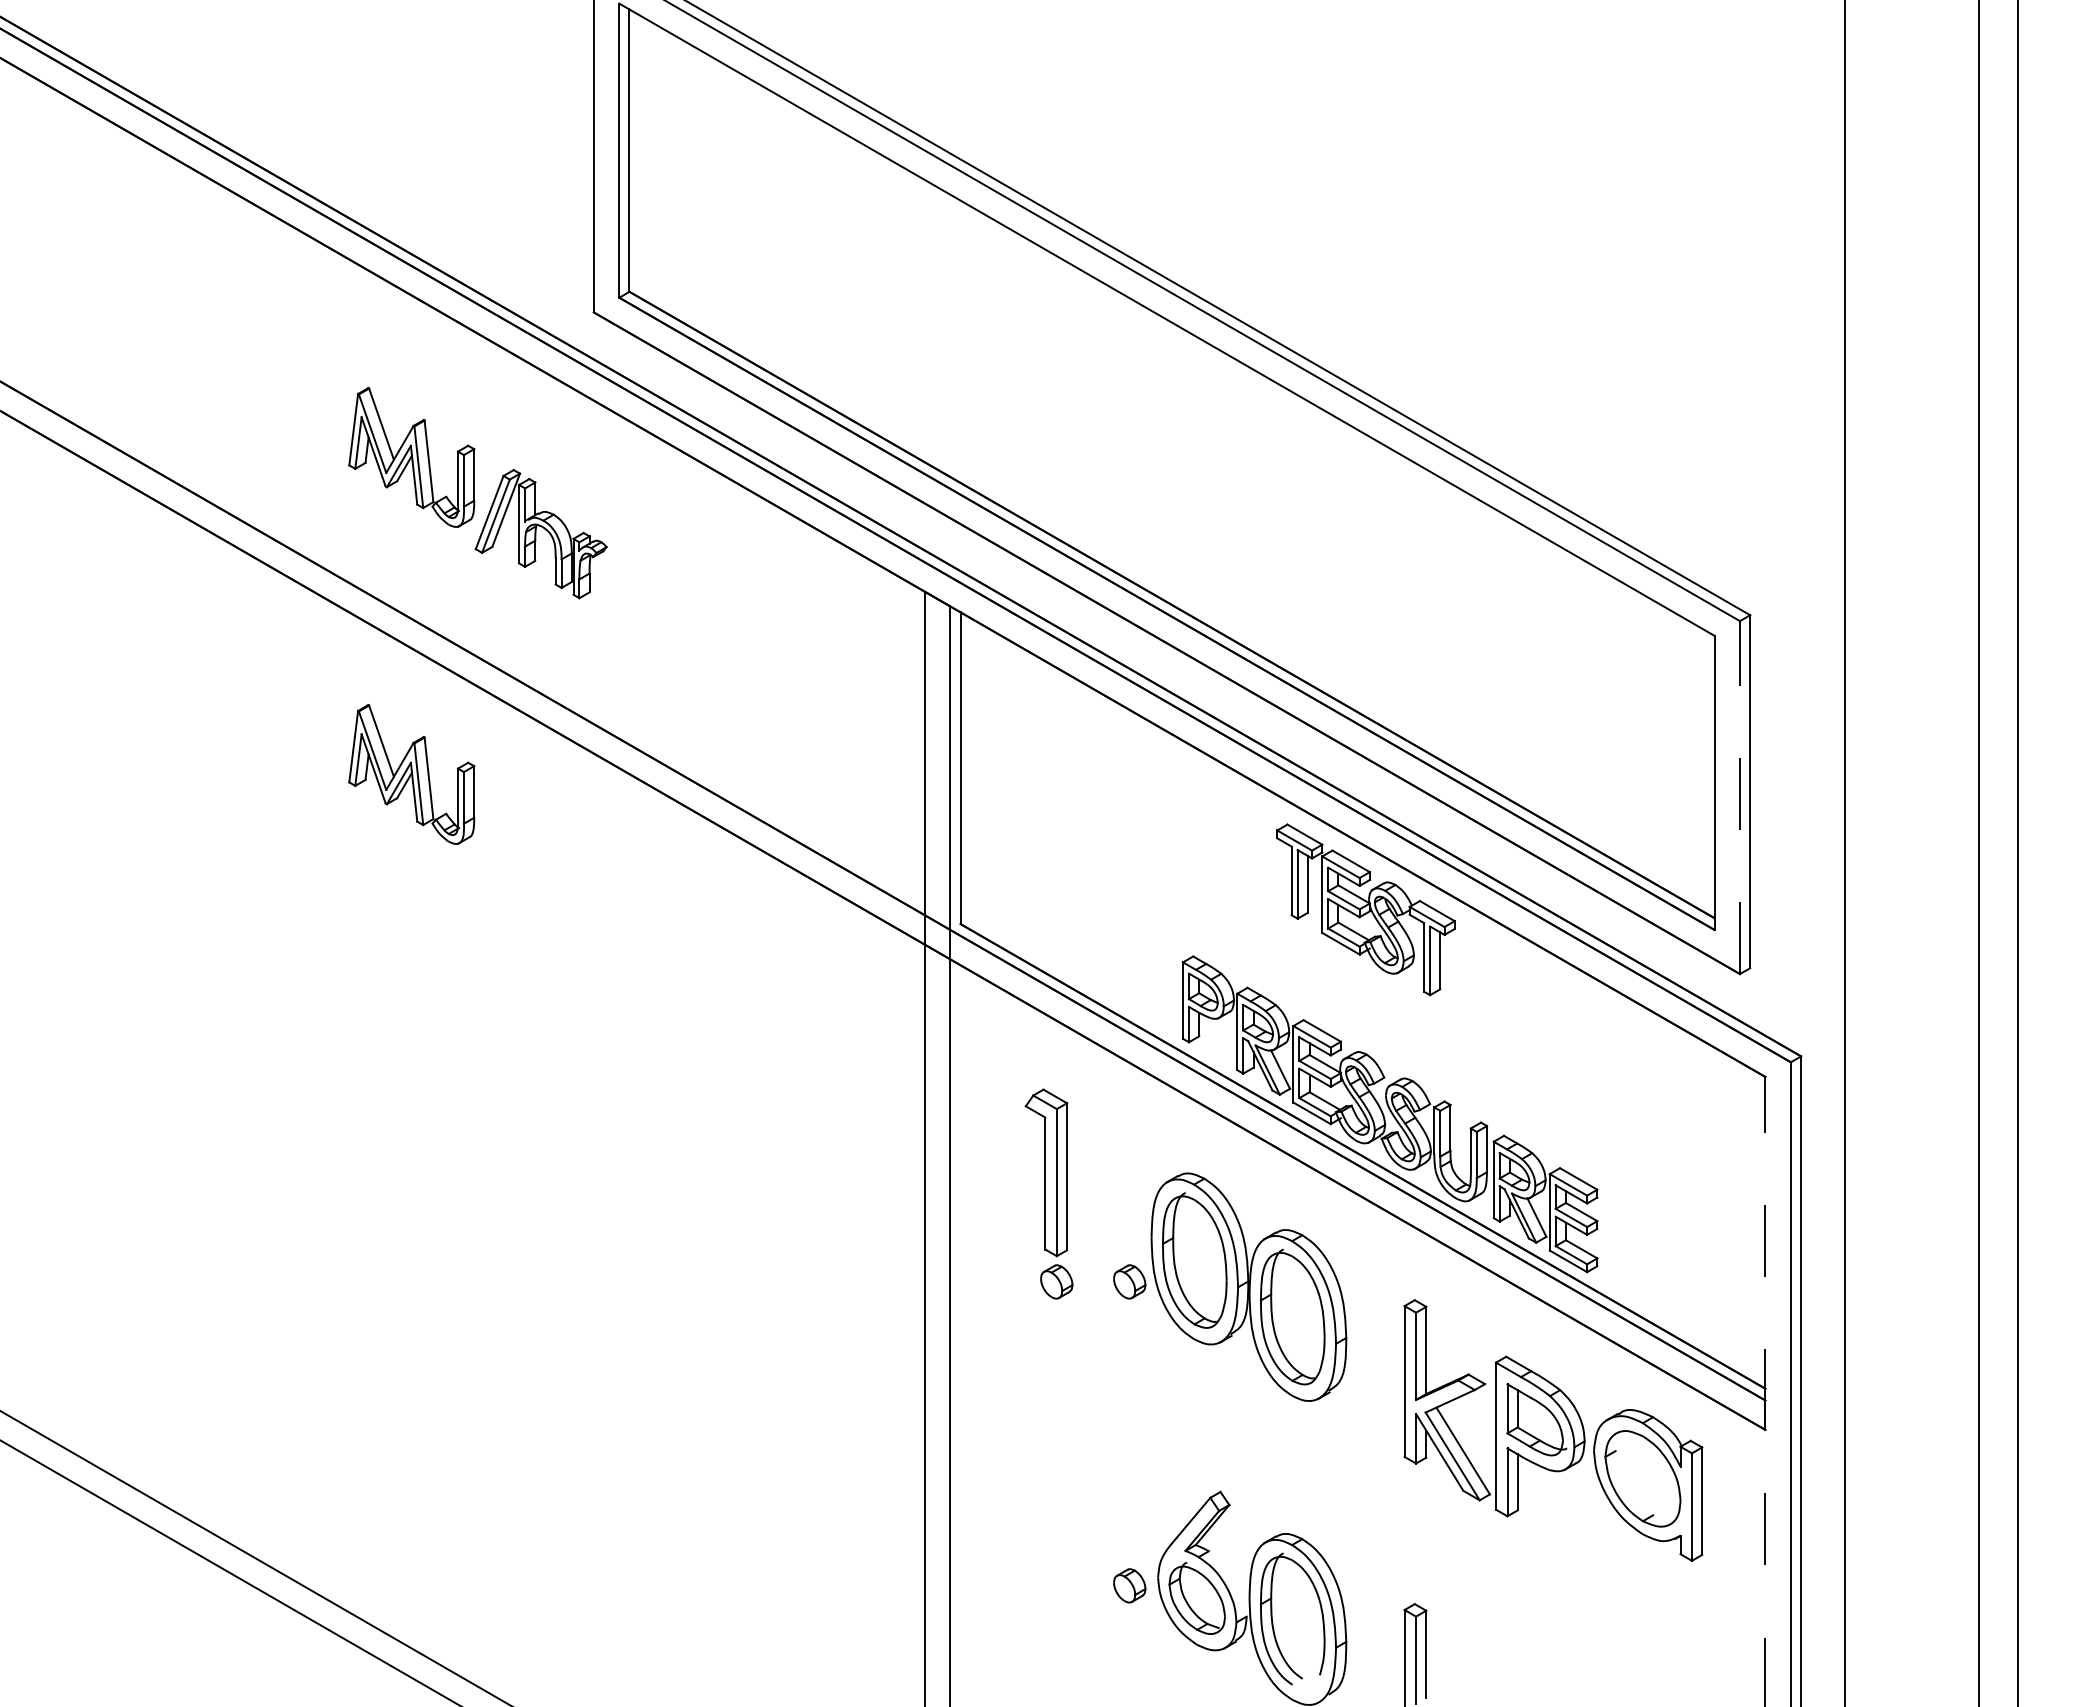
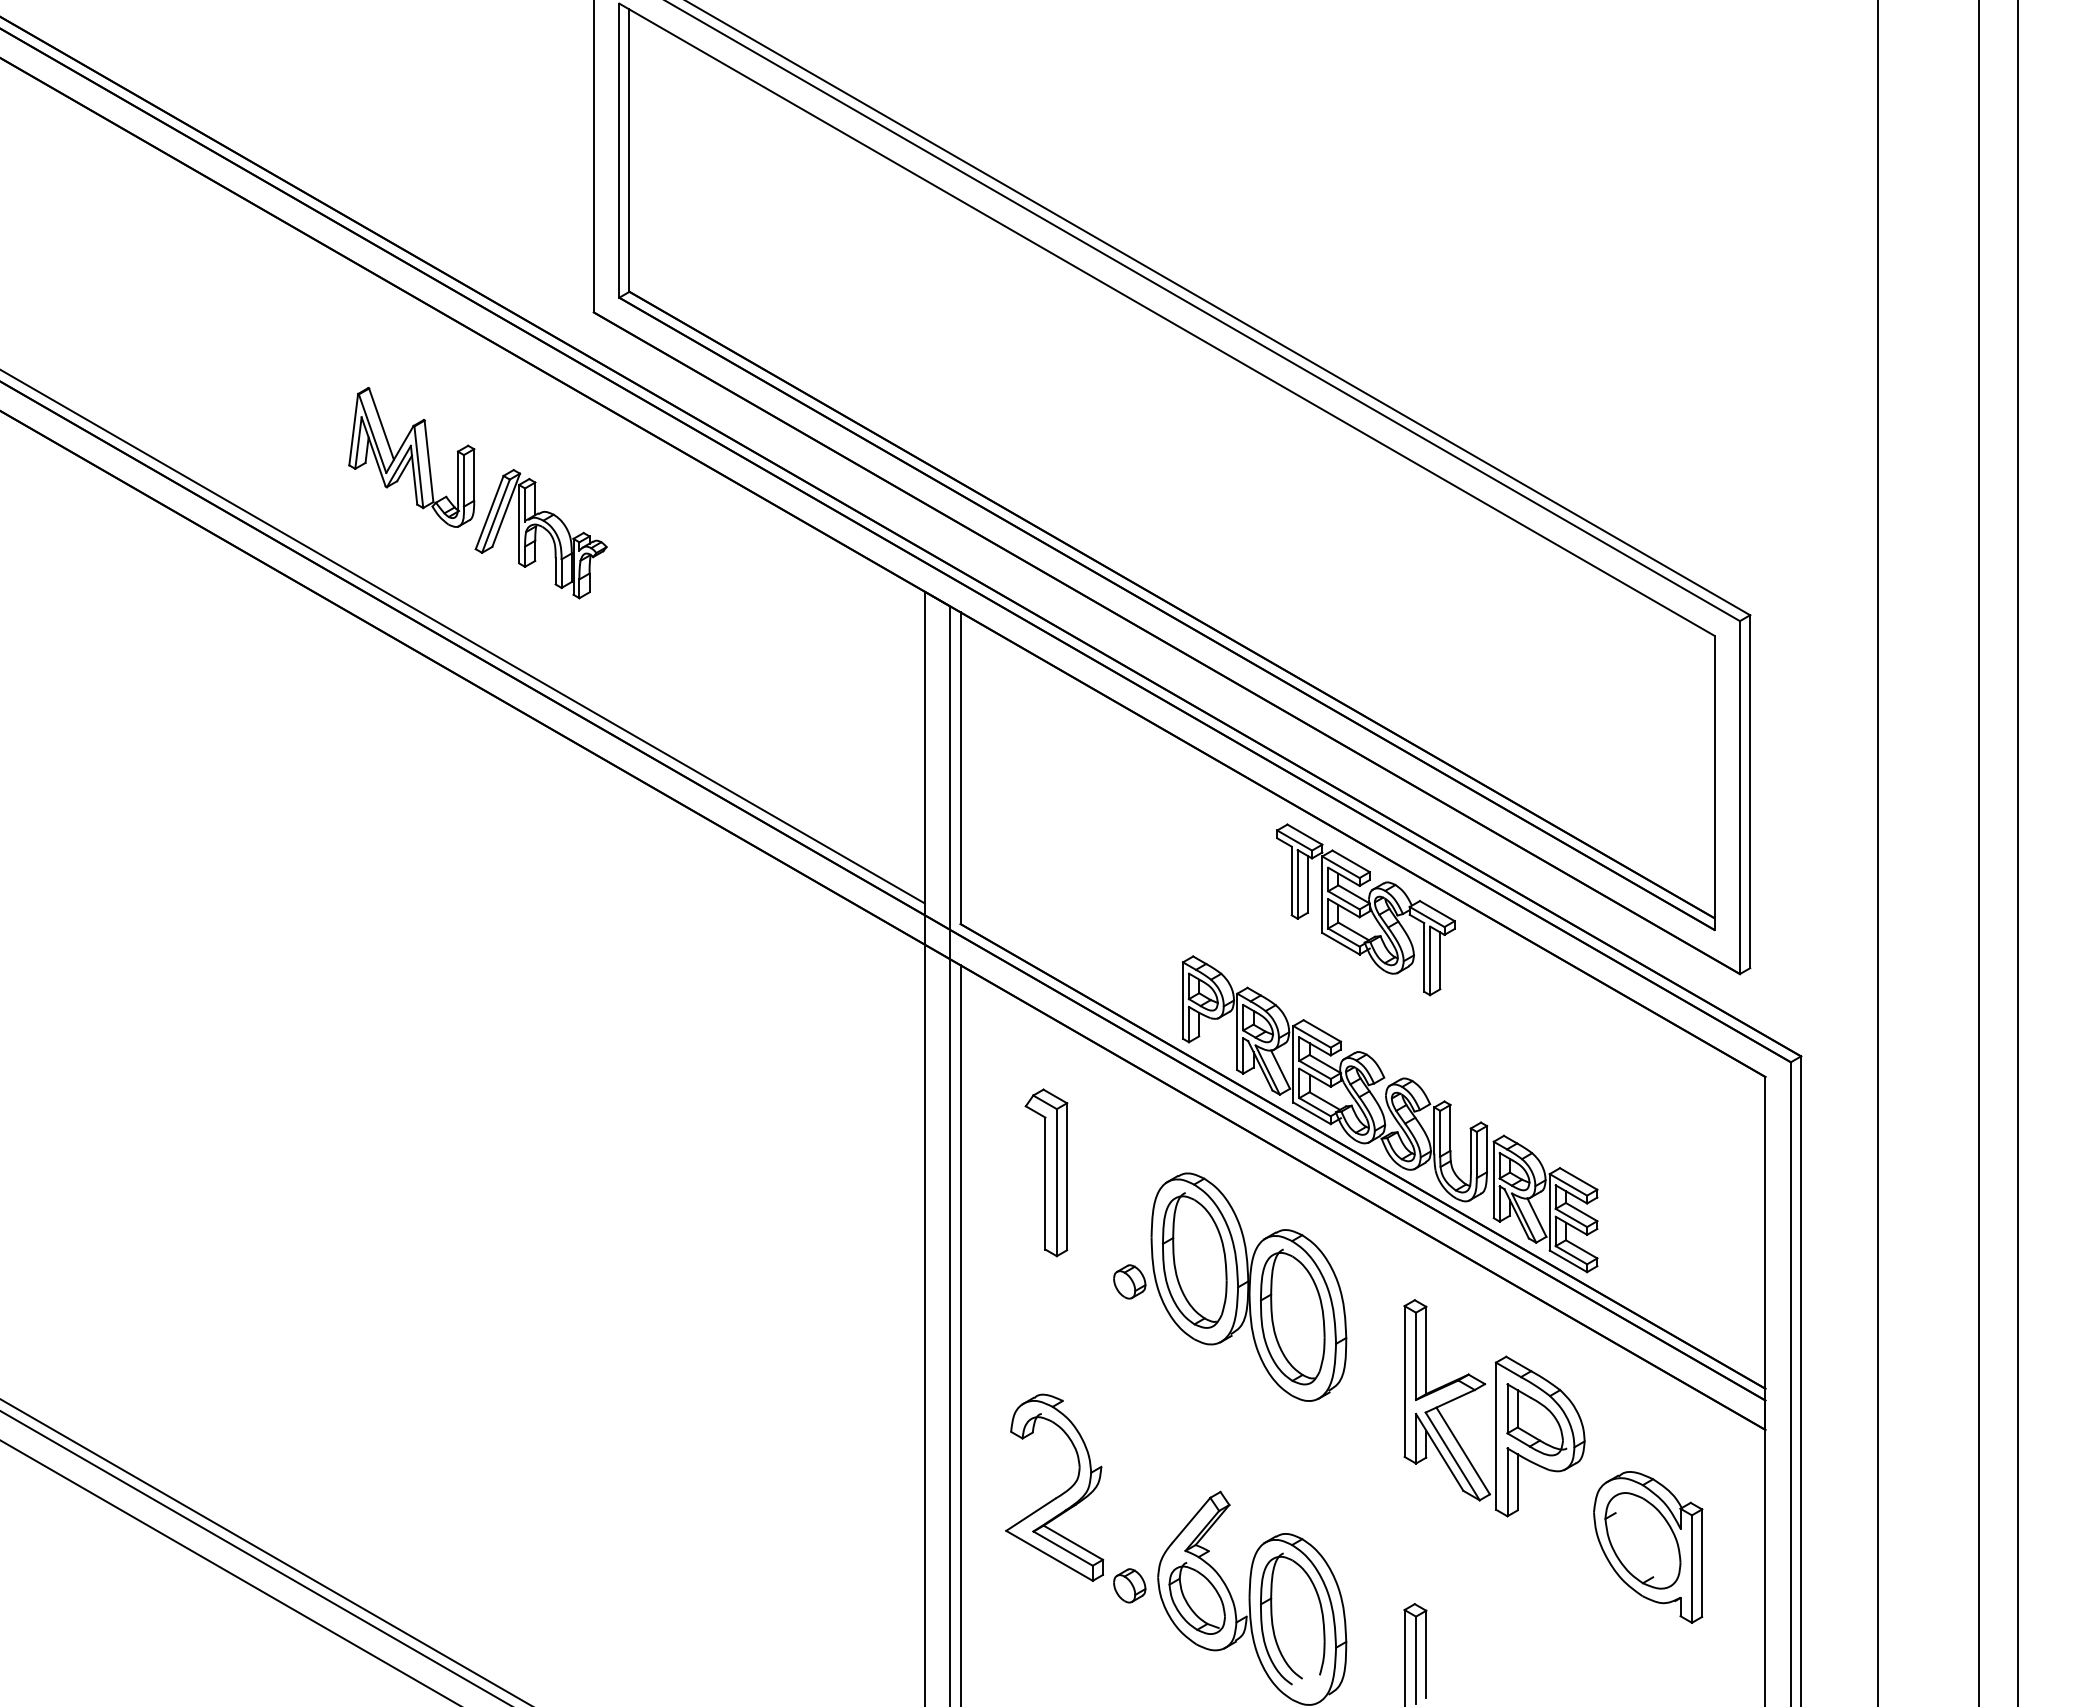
line at (463, 636): none -> present
part at (411, 774): present -> none
line at (1739, 797): dashed -> solid
line at (1844, 852) position: (1844, 852) -> (1877, 852)
part at (1056, 1281): present -> none
line at (960, 1334): none -> present
line at (1765, 1391): dashed -> solid
part at (1648, 1485) position: (1648, 1485) -> (1648, 1547)
part at (1058, 1495): none -> present
line at (265, 1551): none -> present
